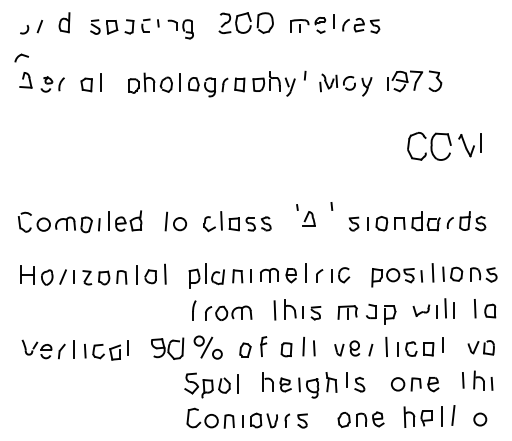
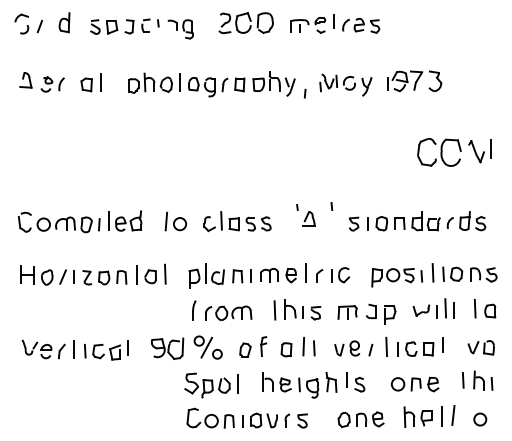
part at (21, 57) position: (21, 57) -> (21, 17)
line at (304, 75) position: (304, 75) -> (304, 93)
part at (444, 146) position: (444, 146) -> (454, 152)
